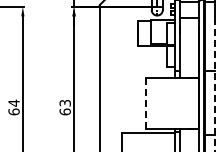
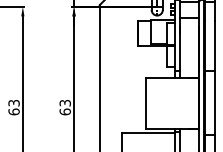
line at (214, 85): dashed -> solid
text at (13, 102): 64 -> 63
line at (146, 103): dashed -> solid
